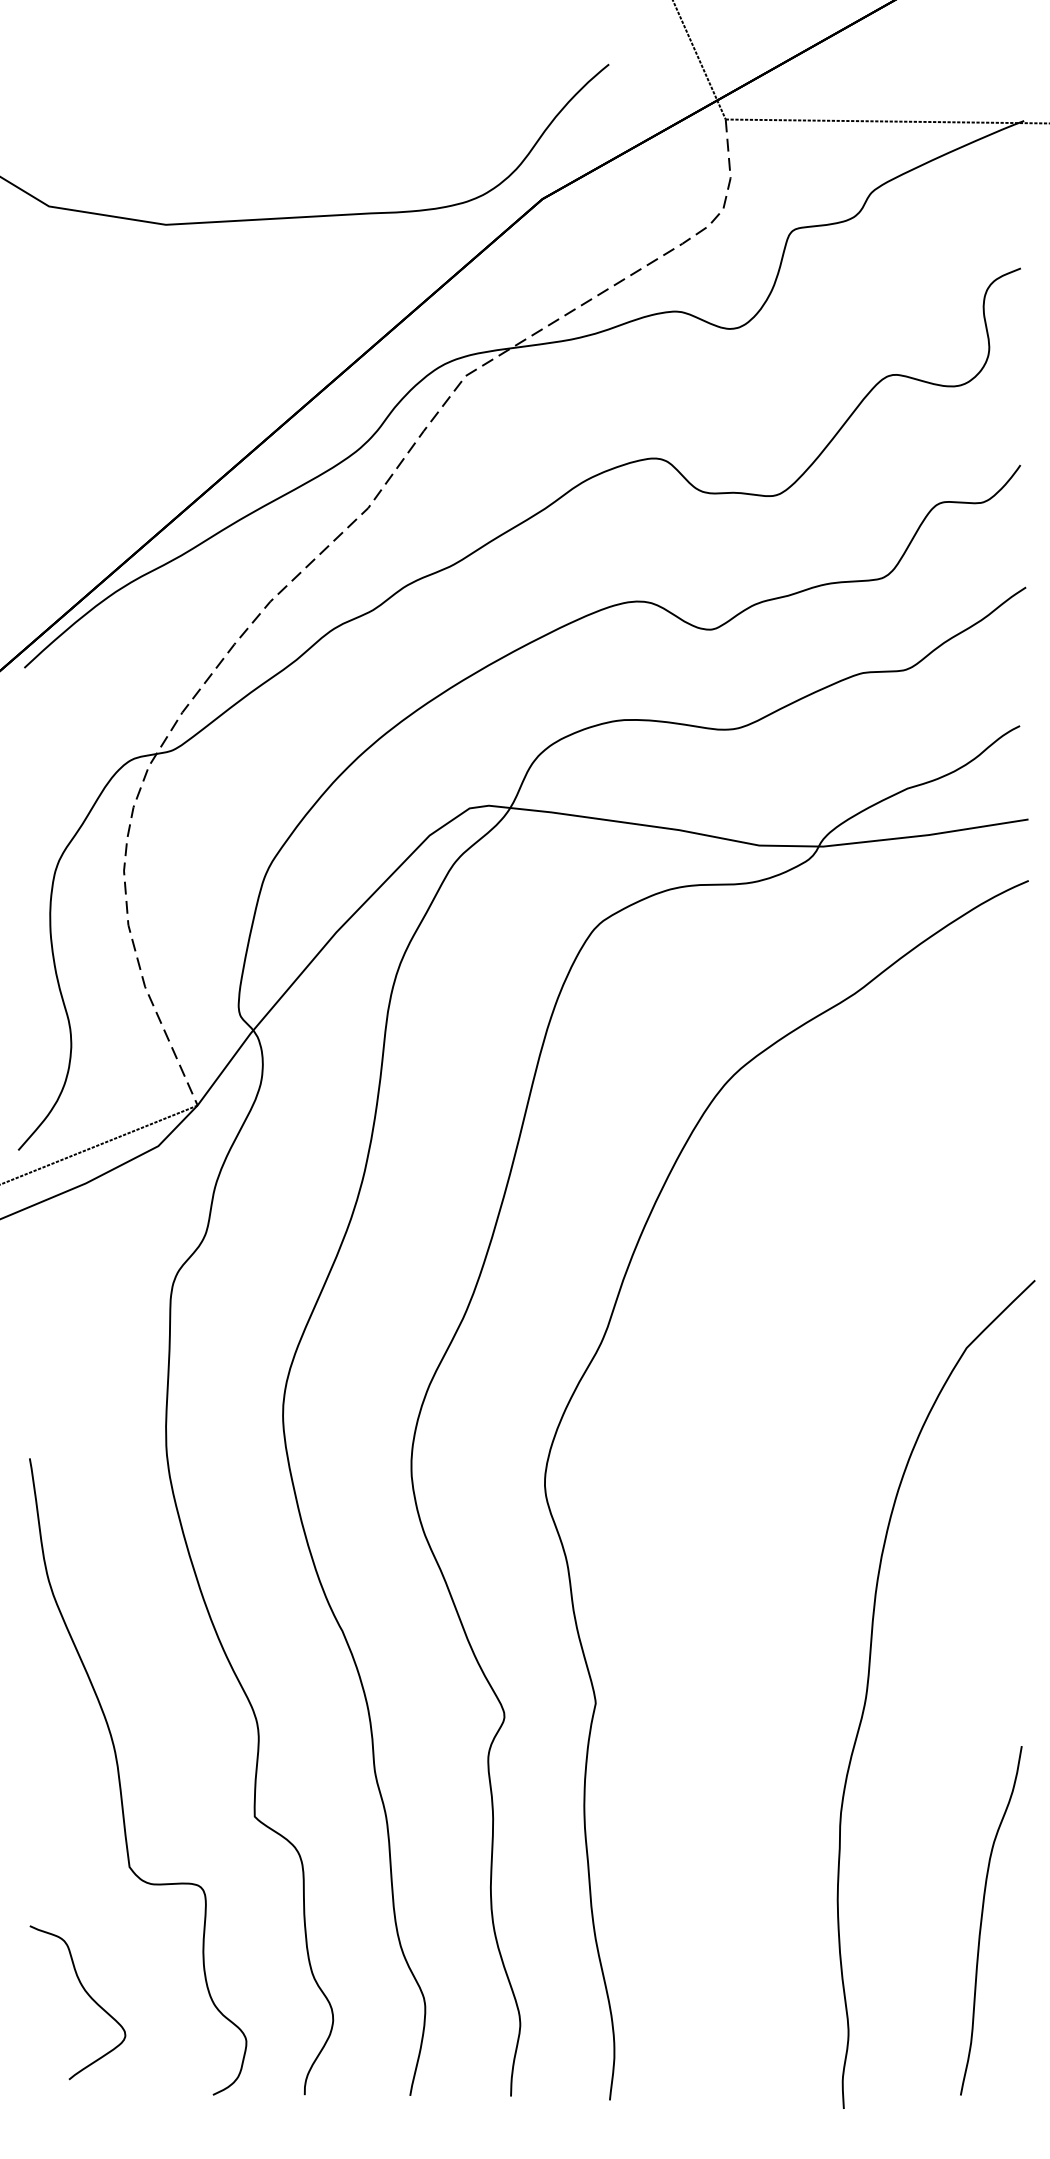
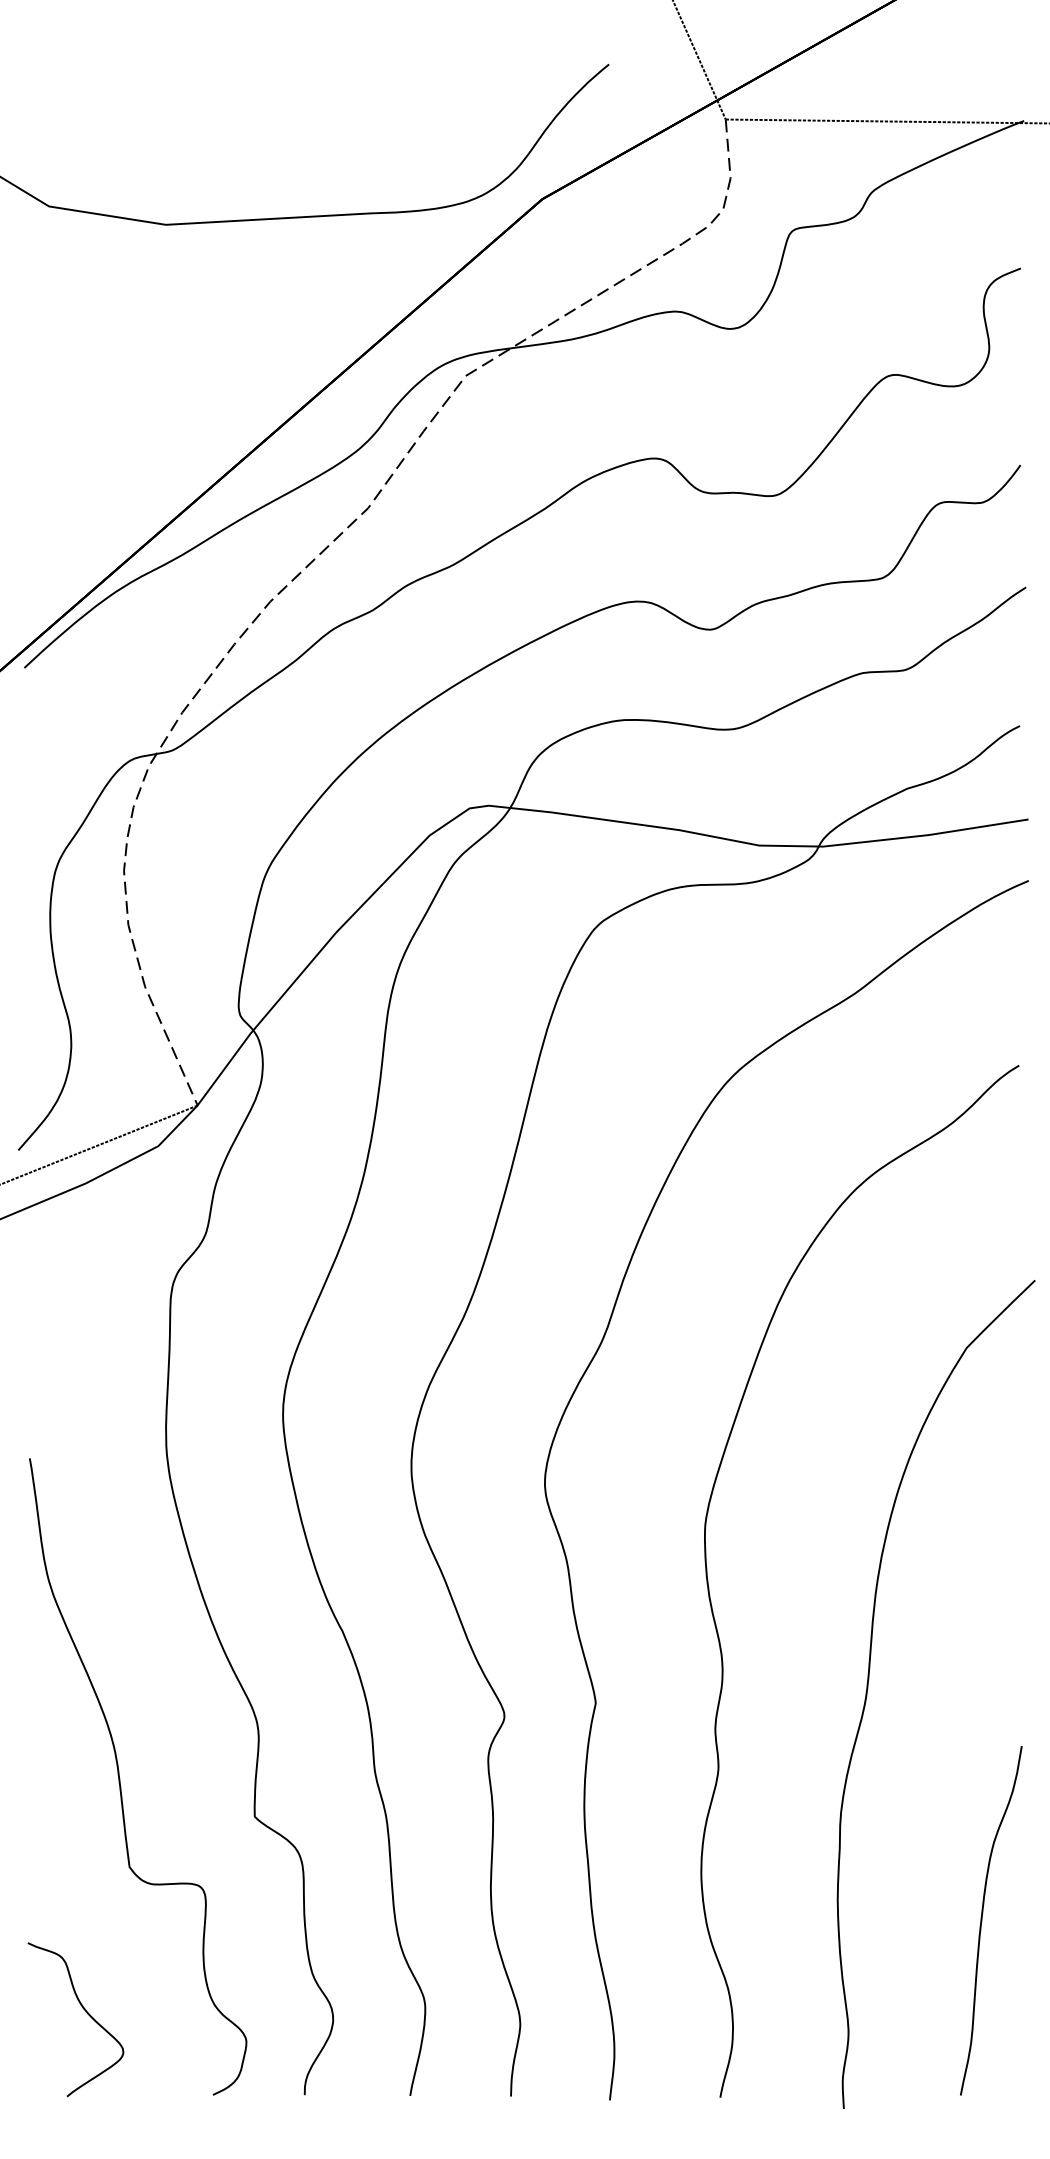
part at (715, 1619): none -> present
curve at (88, 1996) position: (88, 1996) -> (86, 2013)
